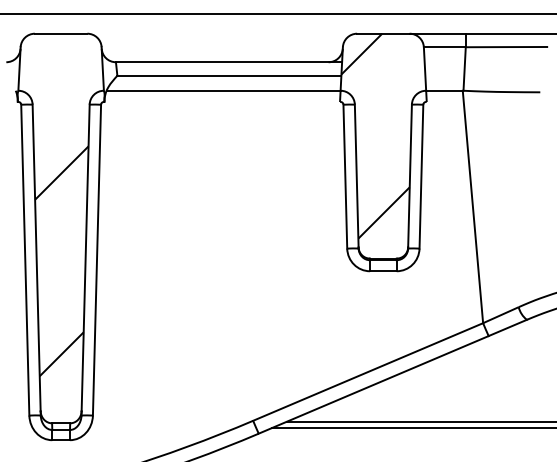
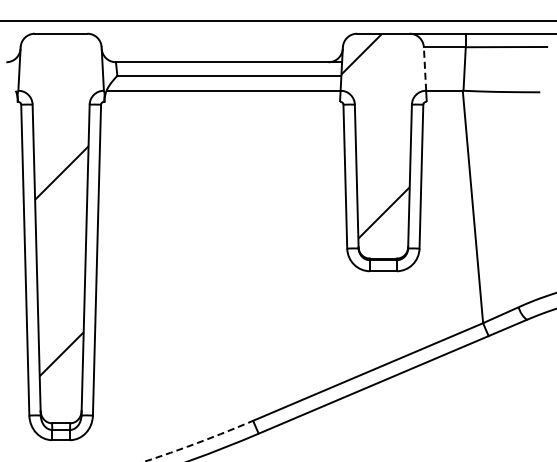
line at (277, 13) position: (277, 13) -> (277, 20)
line at (425, 69): solid -> dashed
line at (420, 421): present -> none
line at (412, 428): present -> none
arc at (198, 442): solid -> dashed
